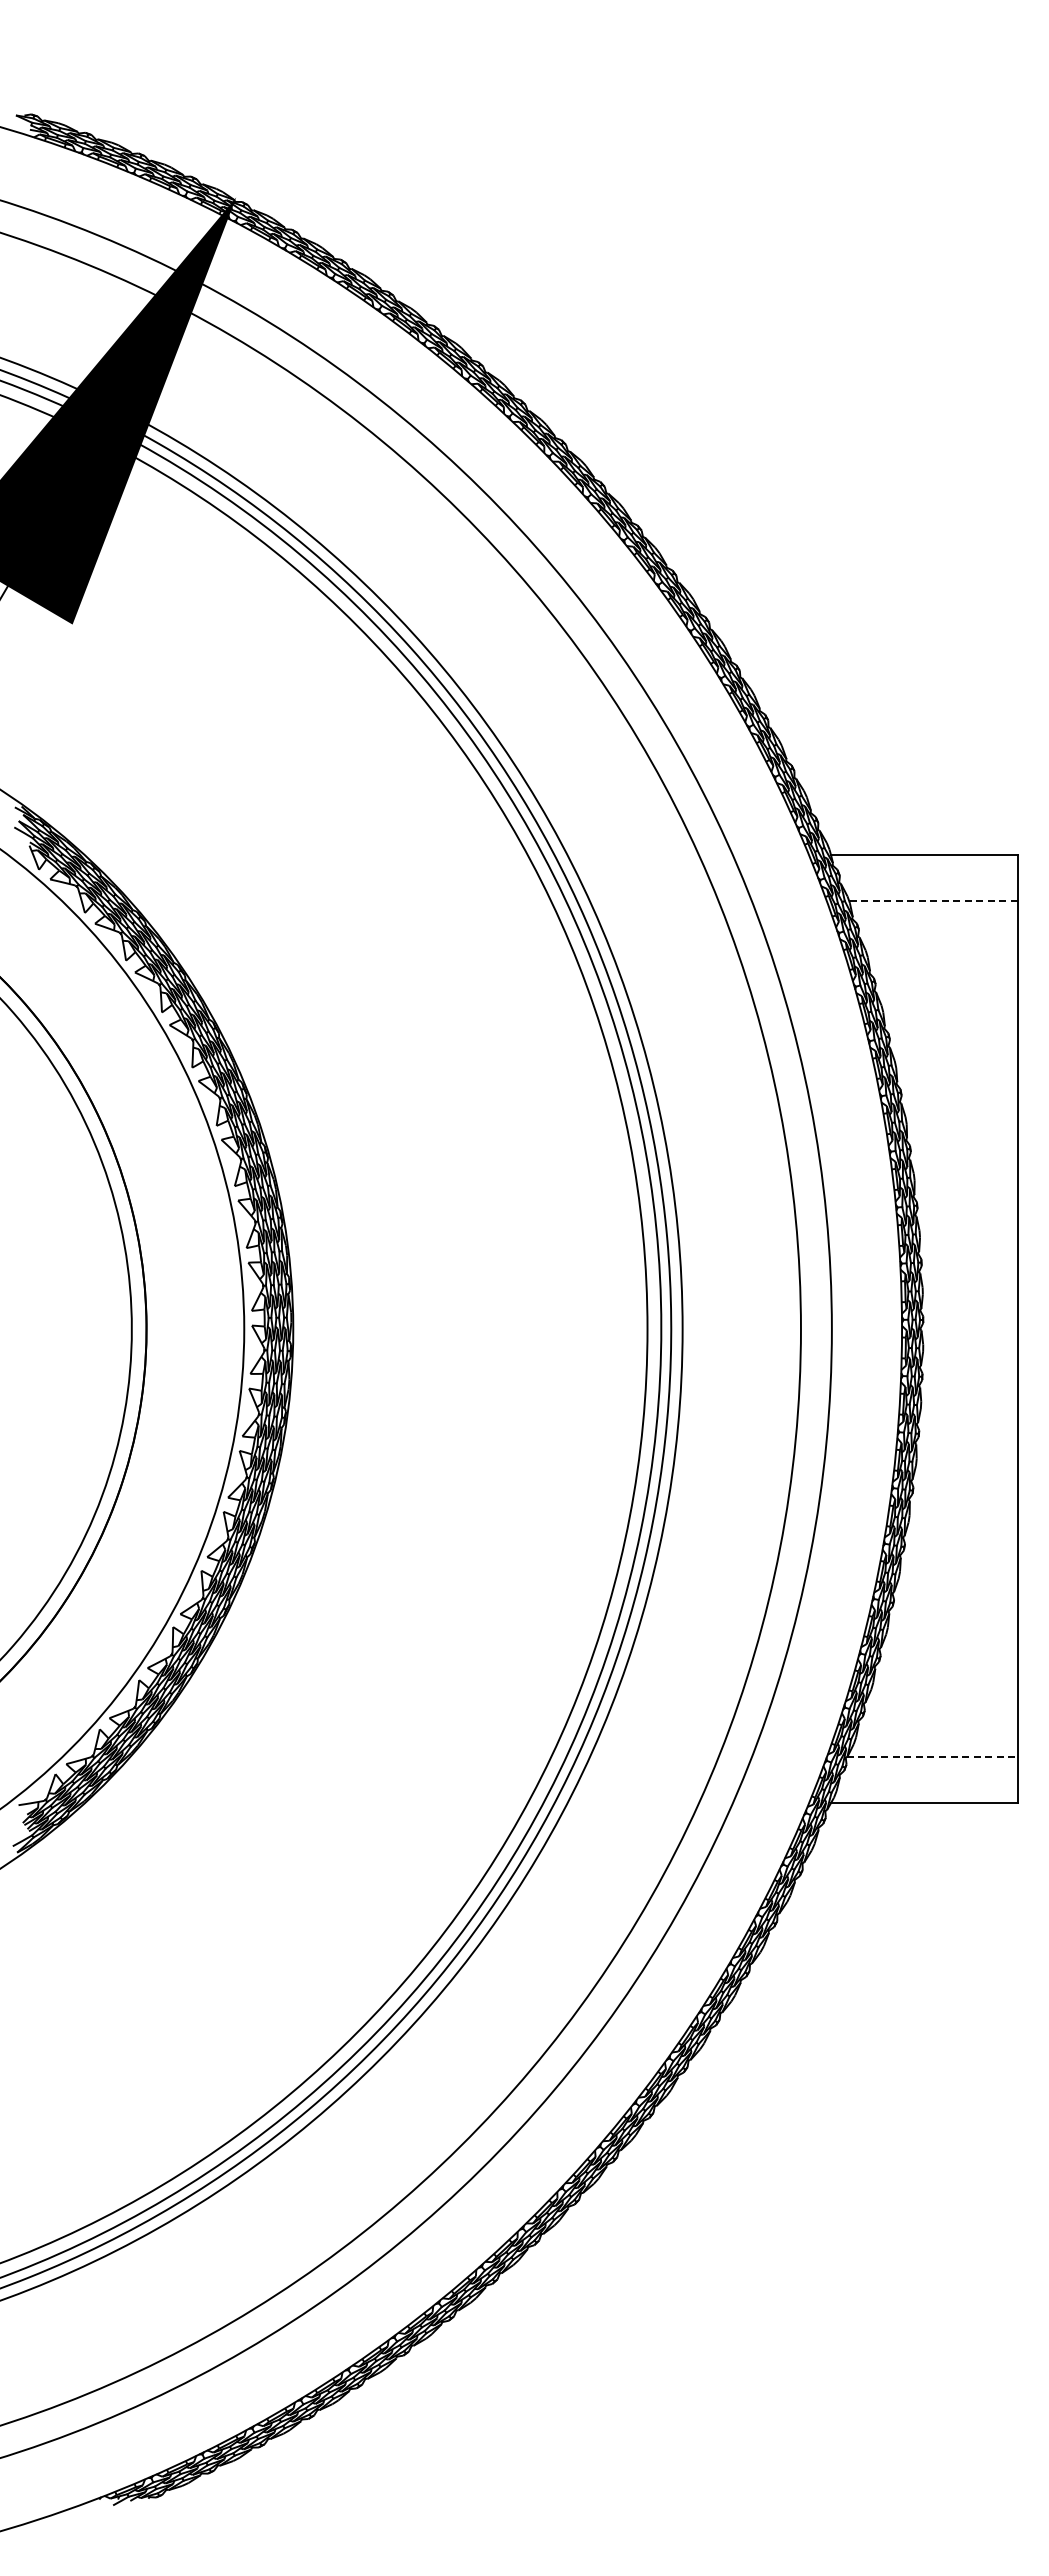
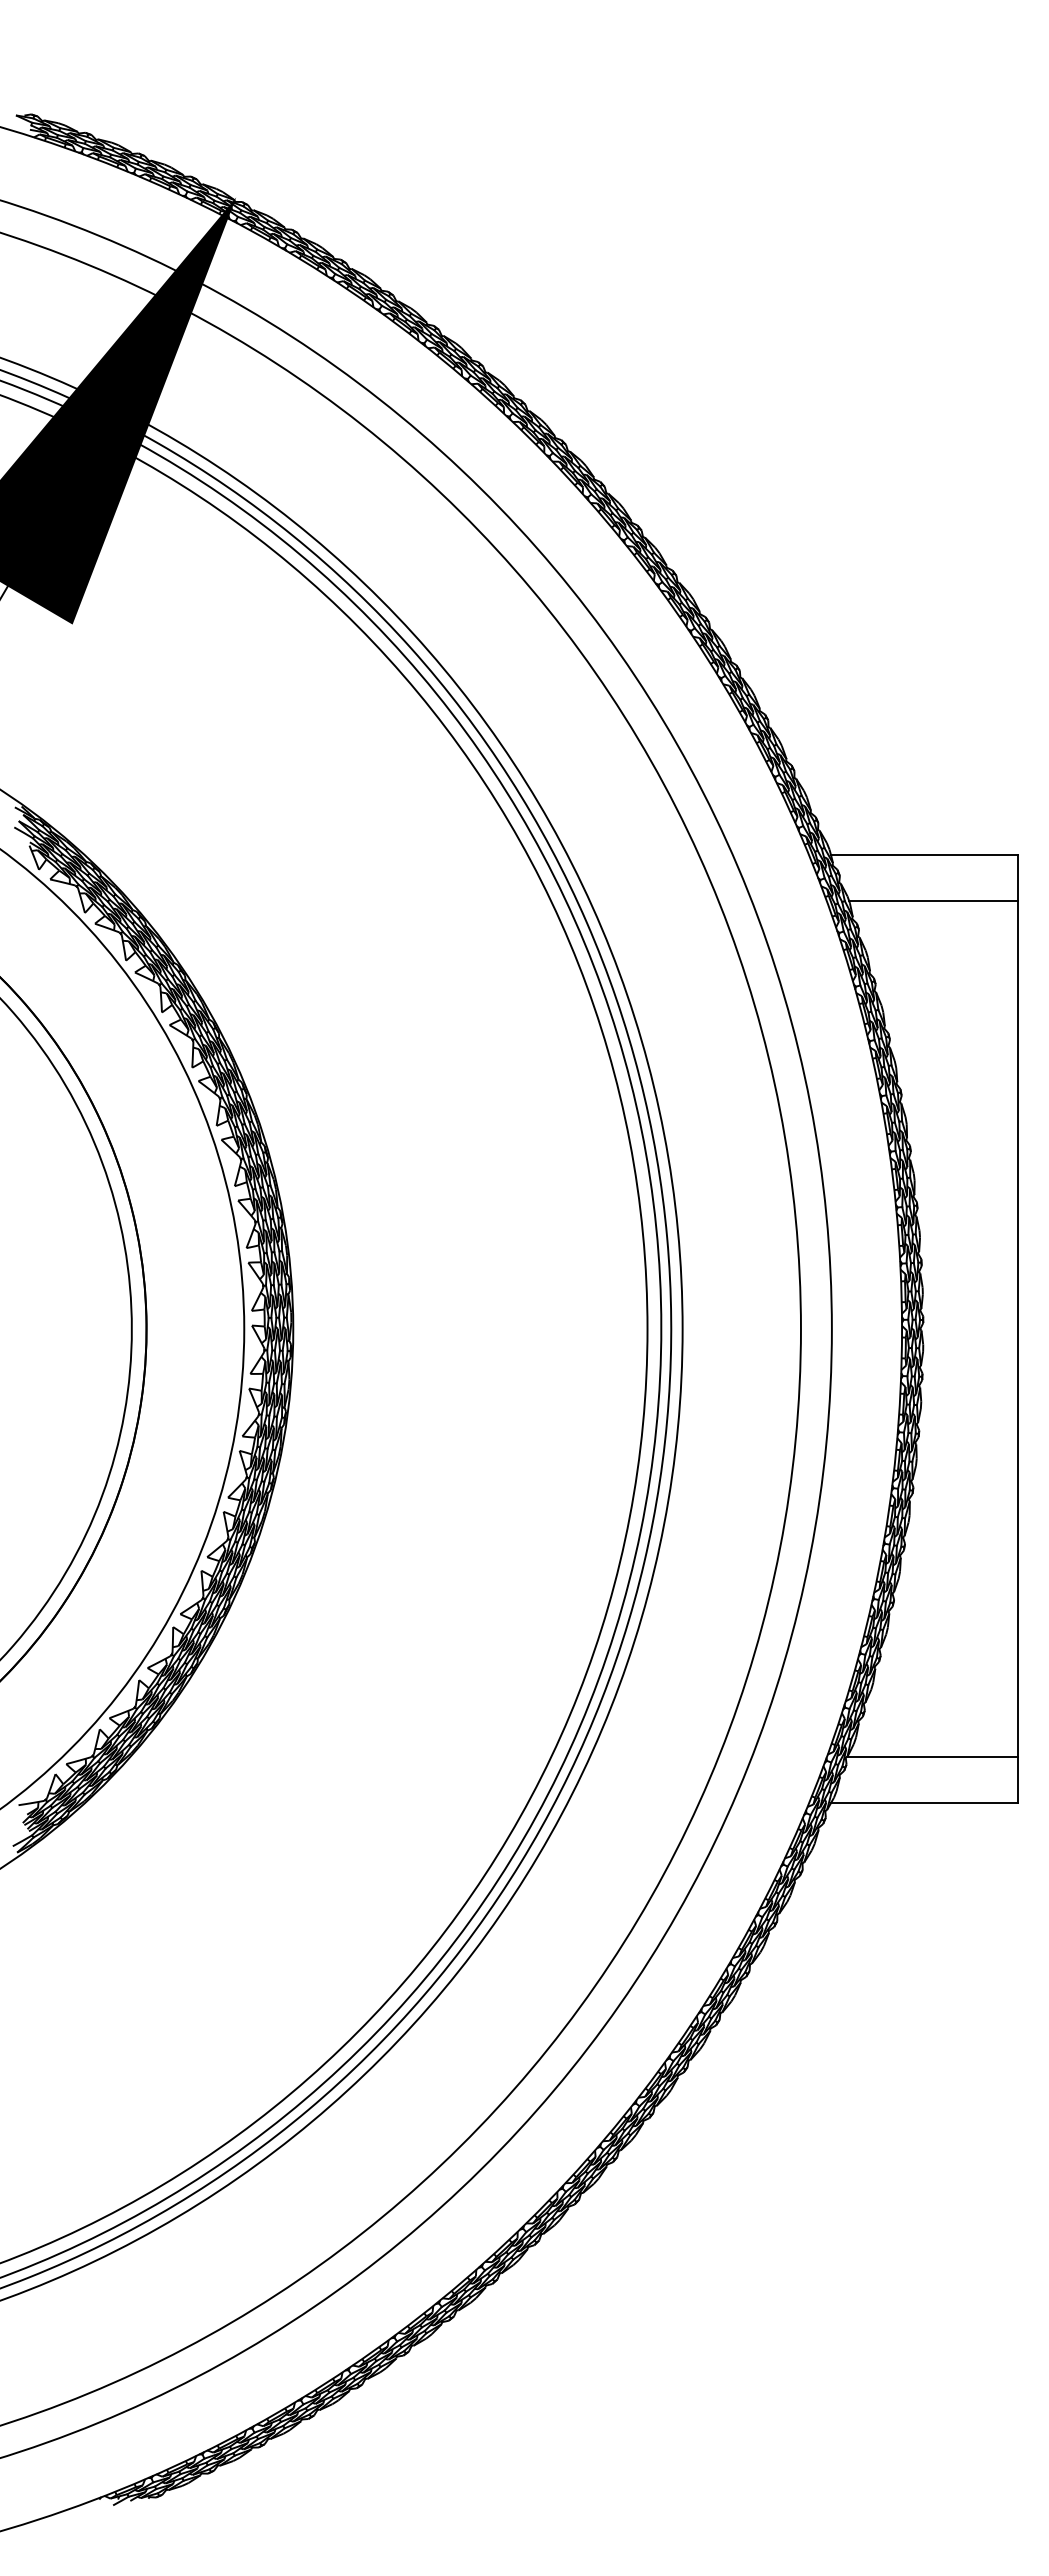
line at (933, 901): dashed -> solid
line at (932, 1757): dashed -> solid
